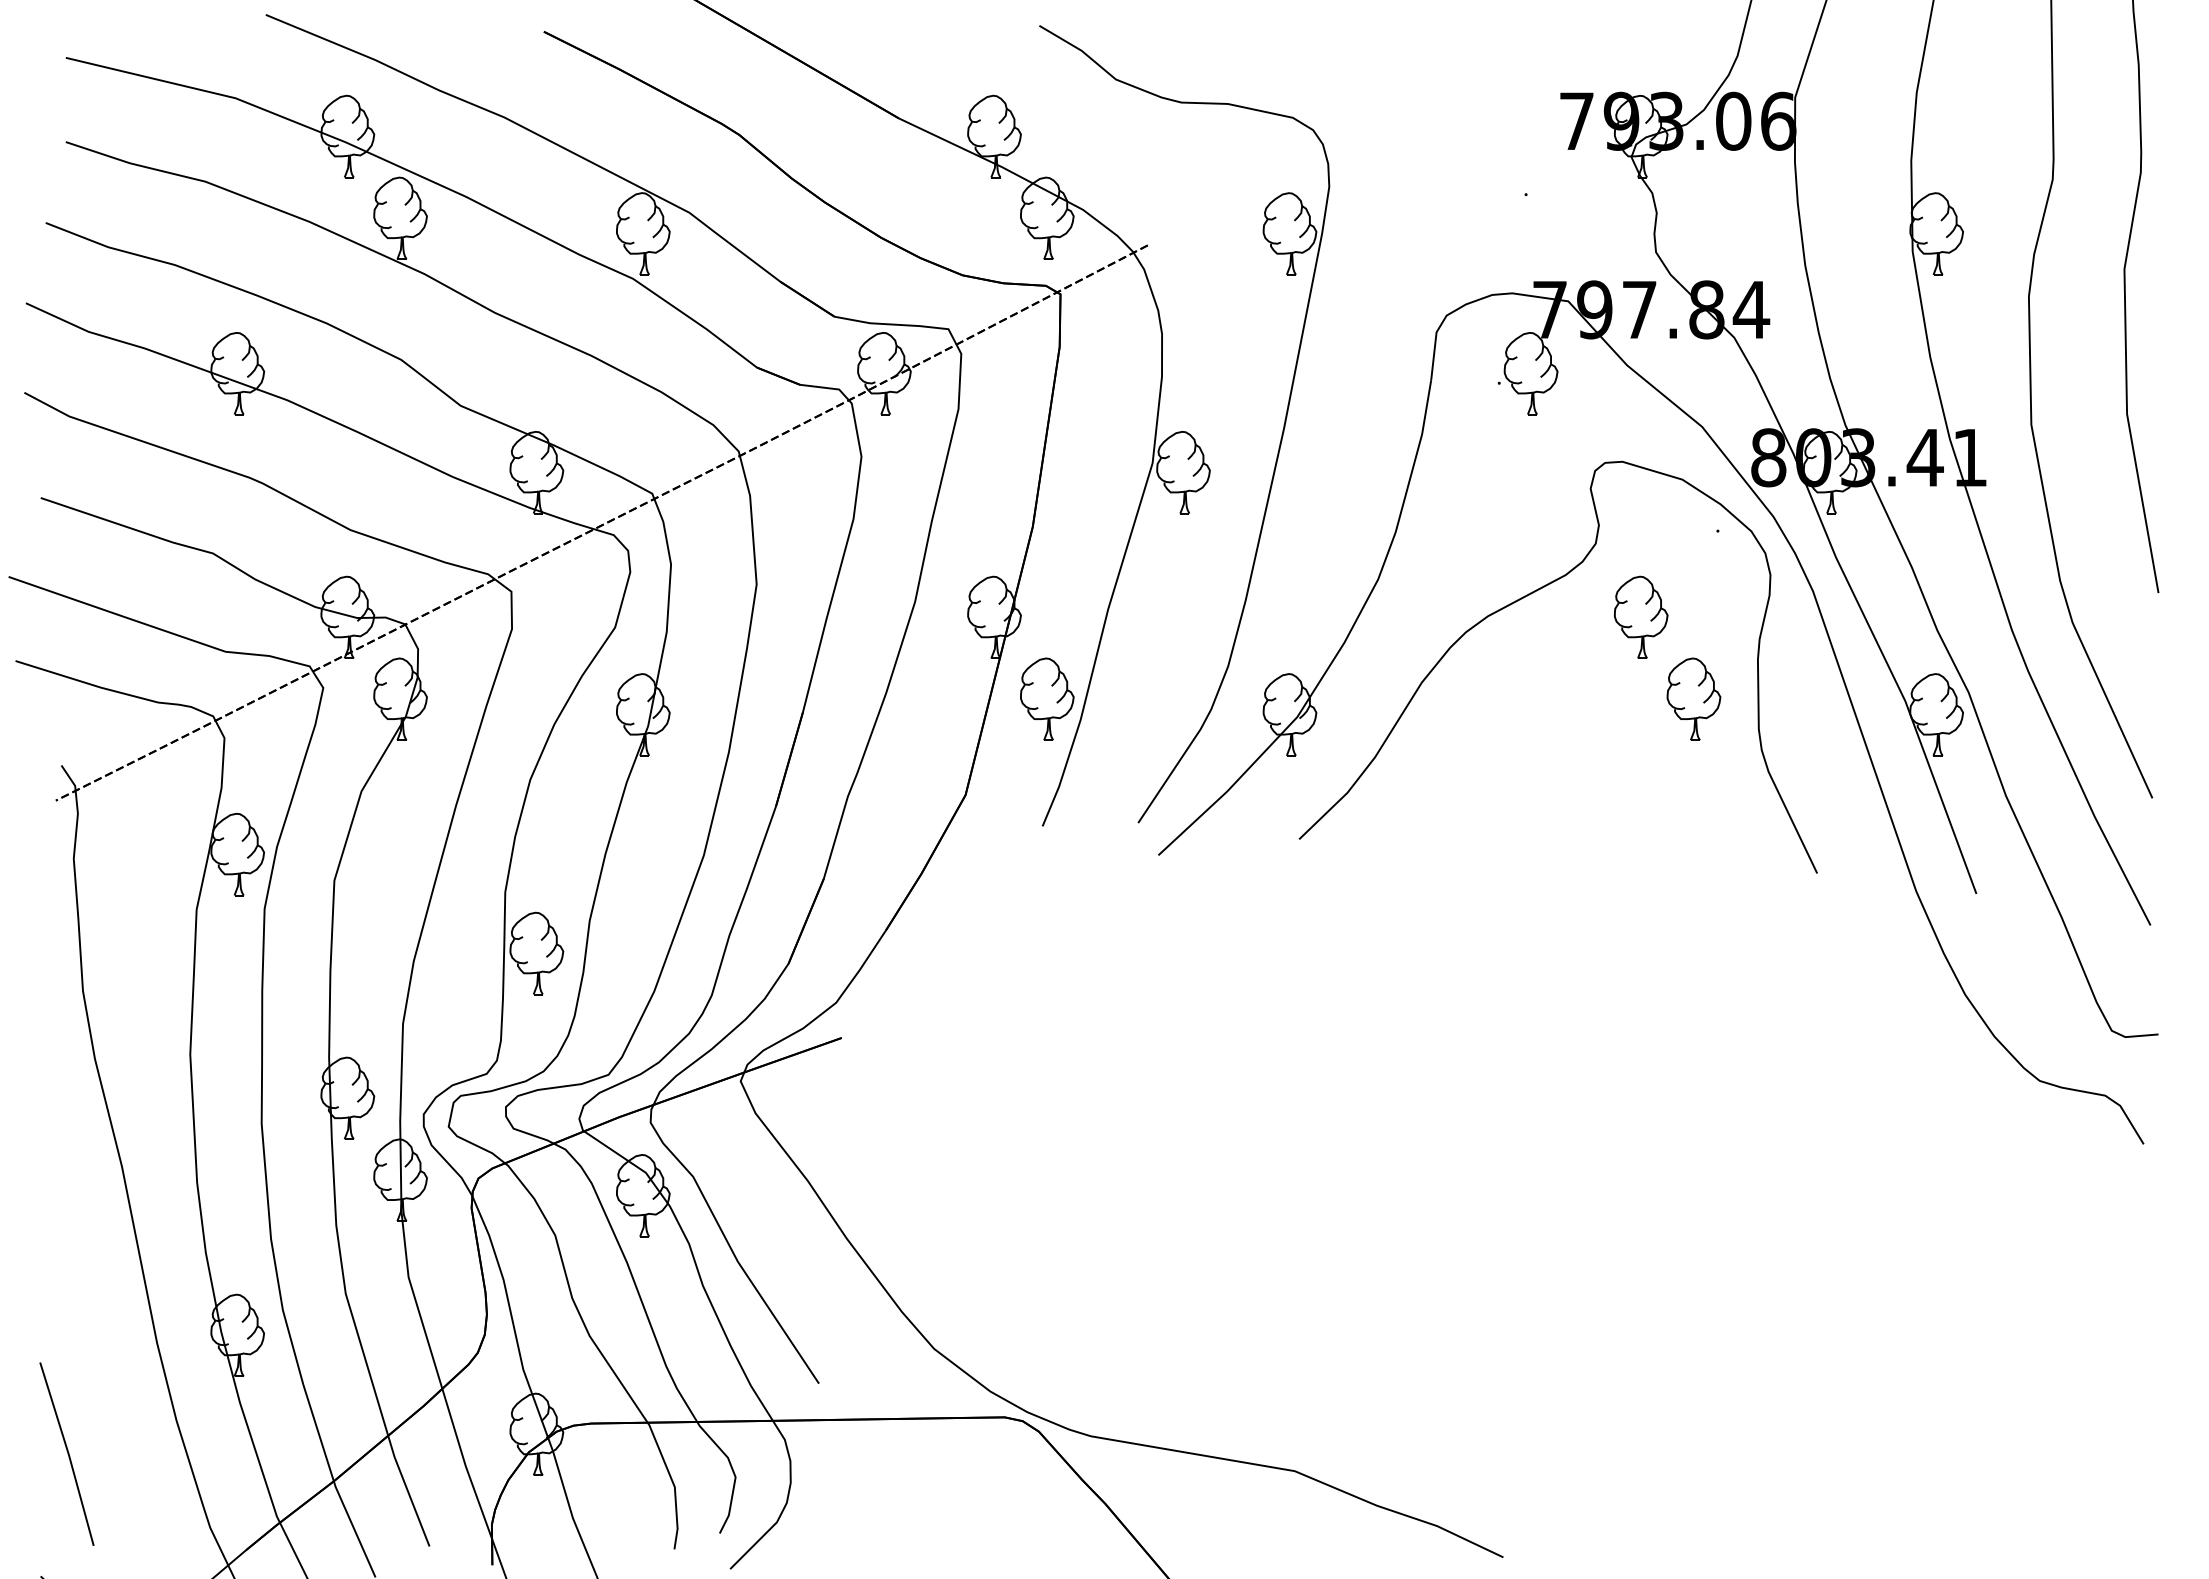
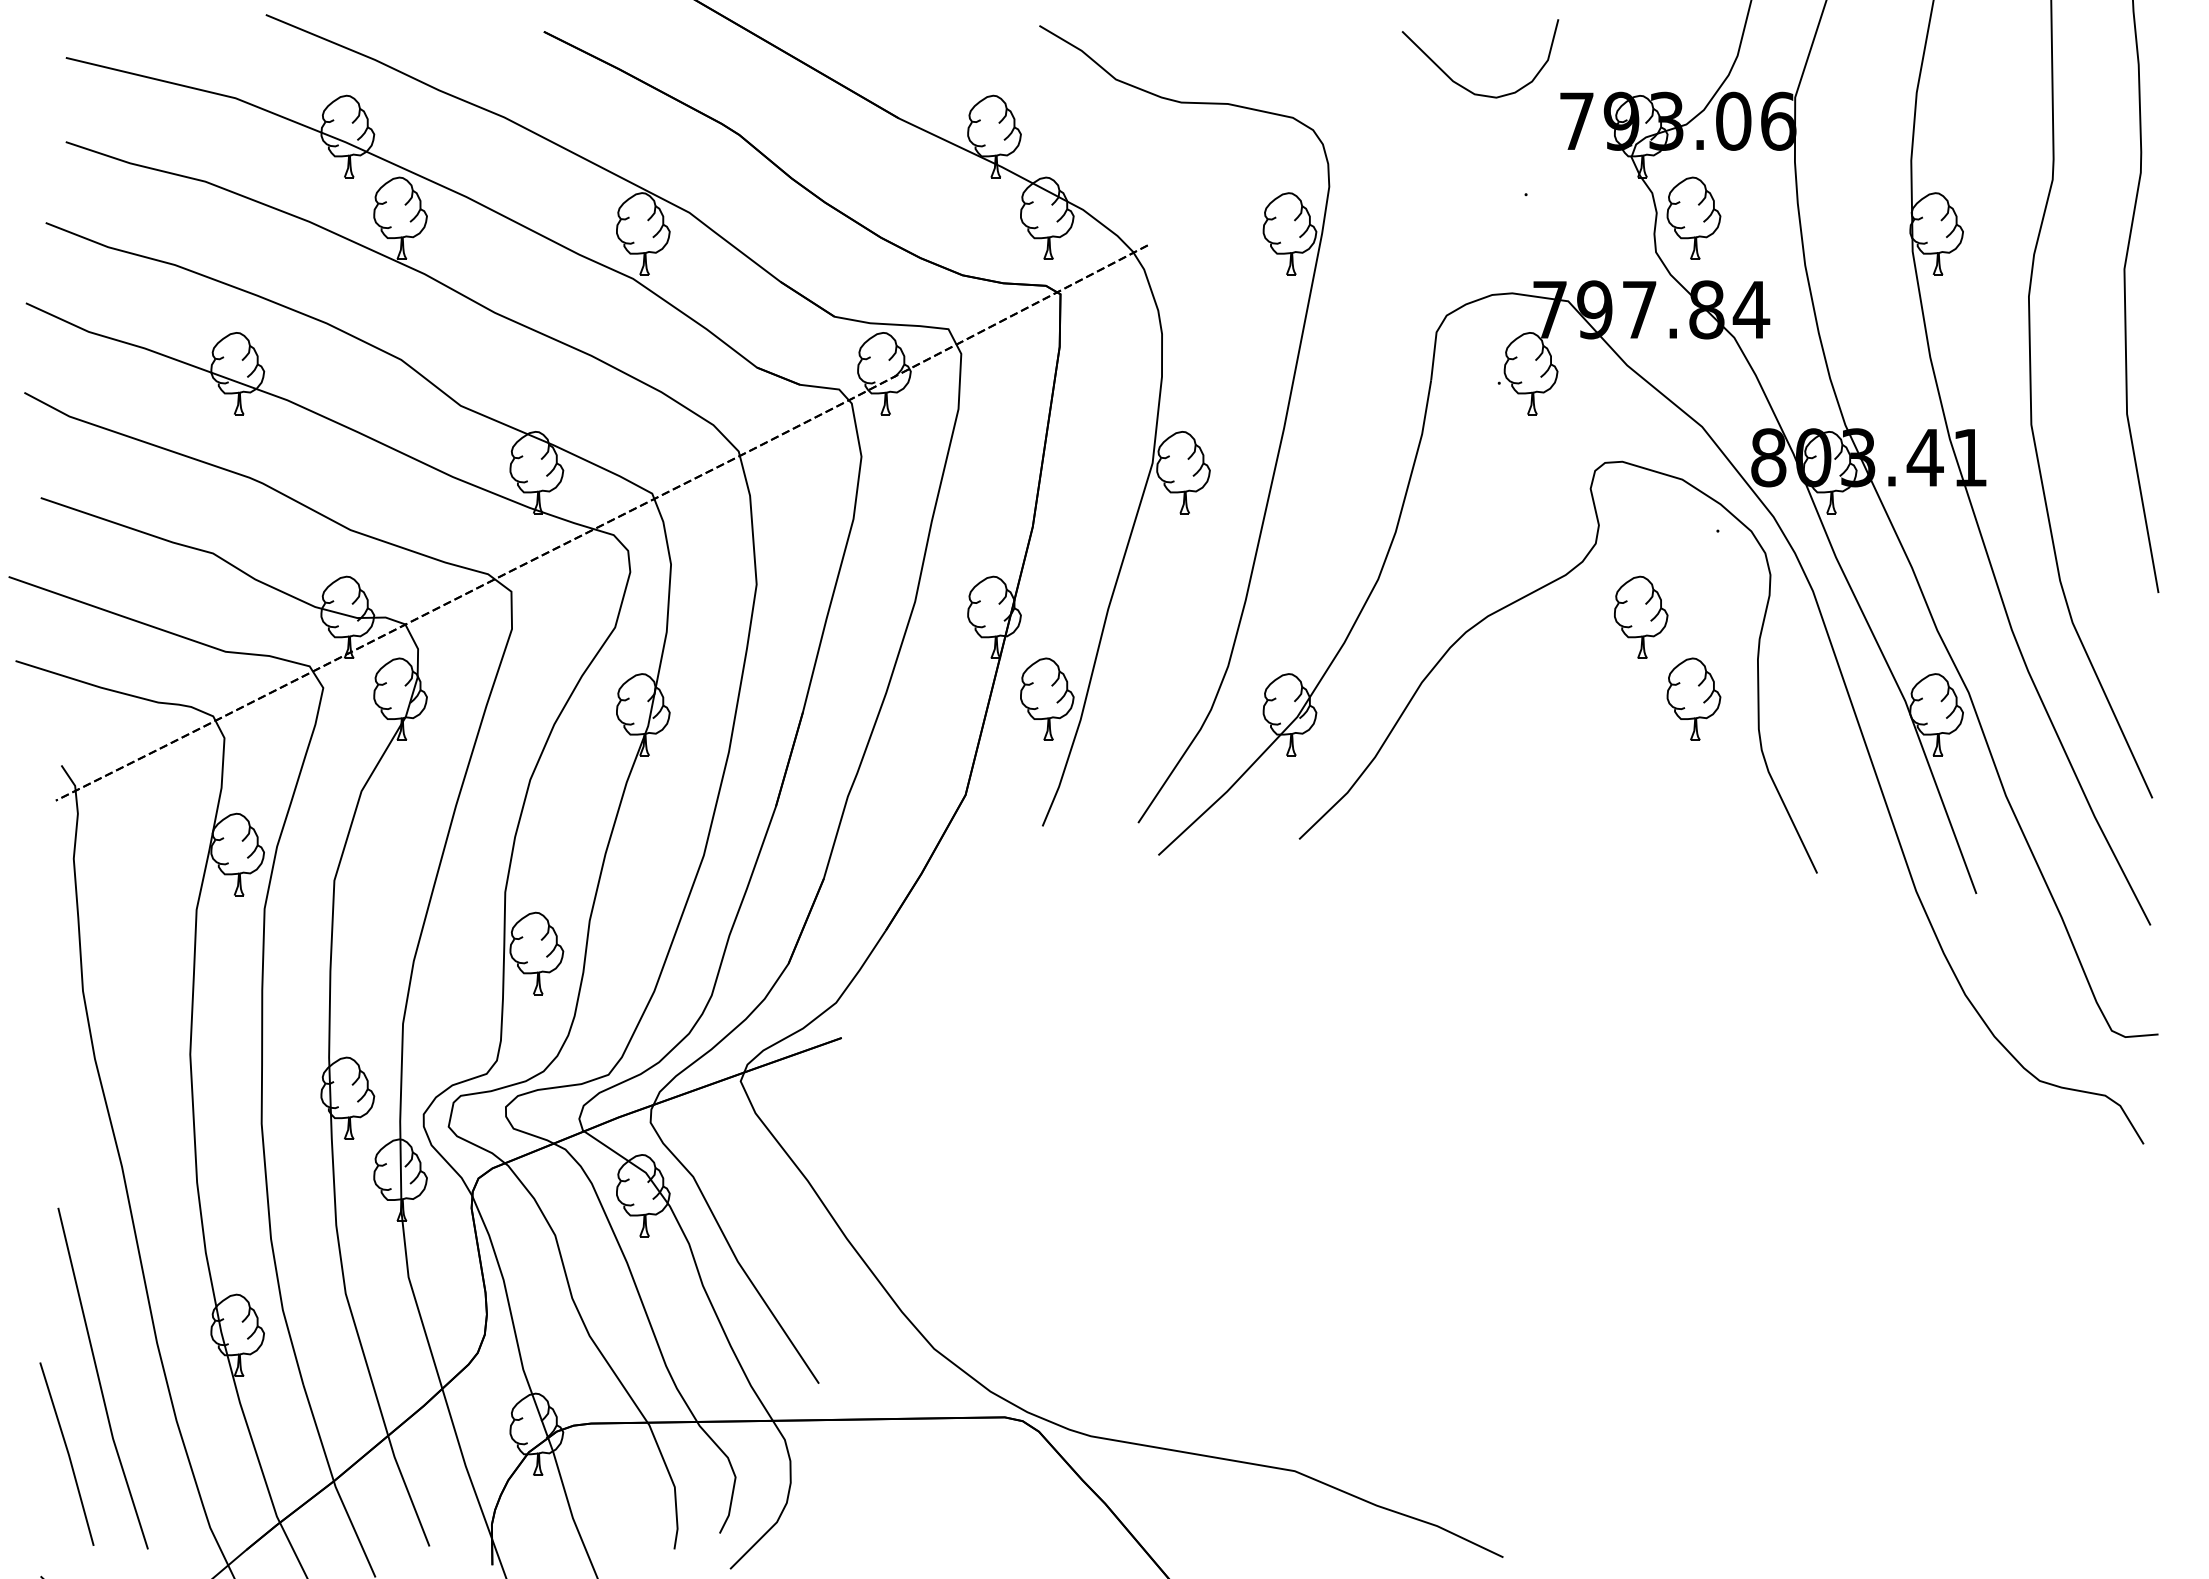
curve at (1462, 85): none -> present
part at (1693, 217): none -> present
line at (100, 1380): none -> present
